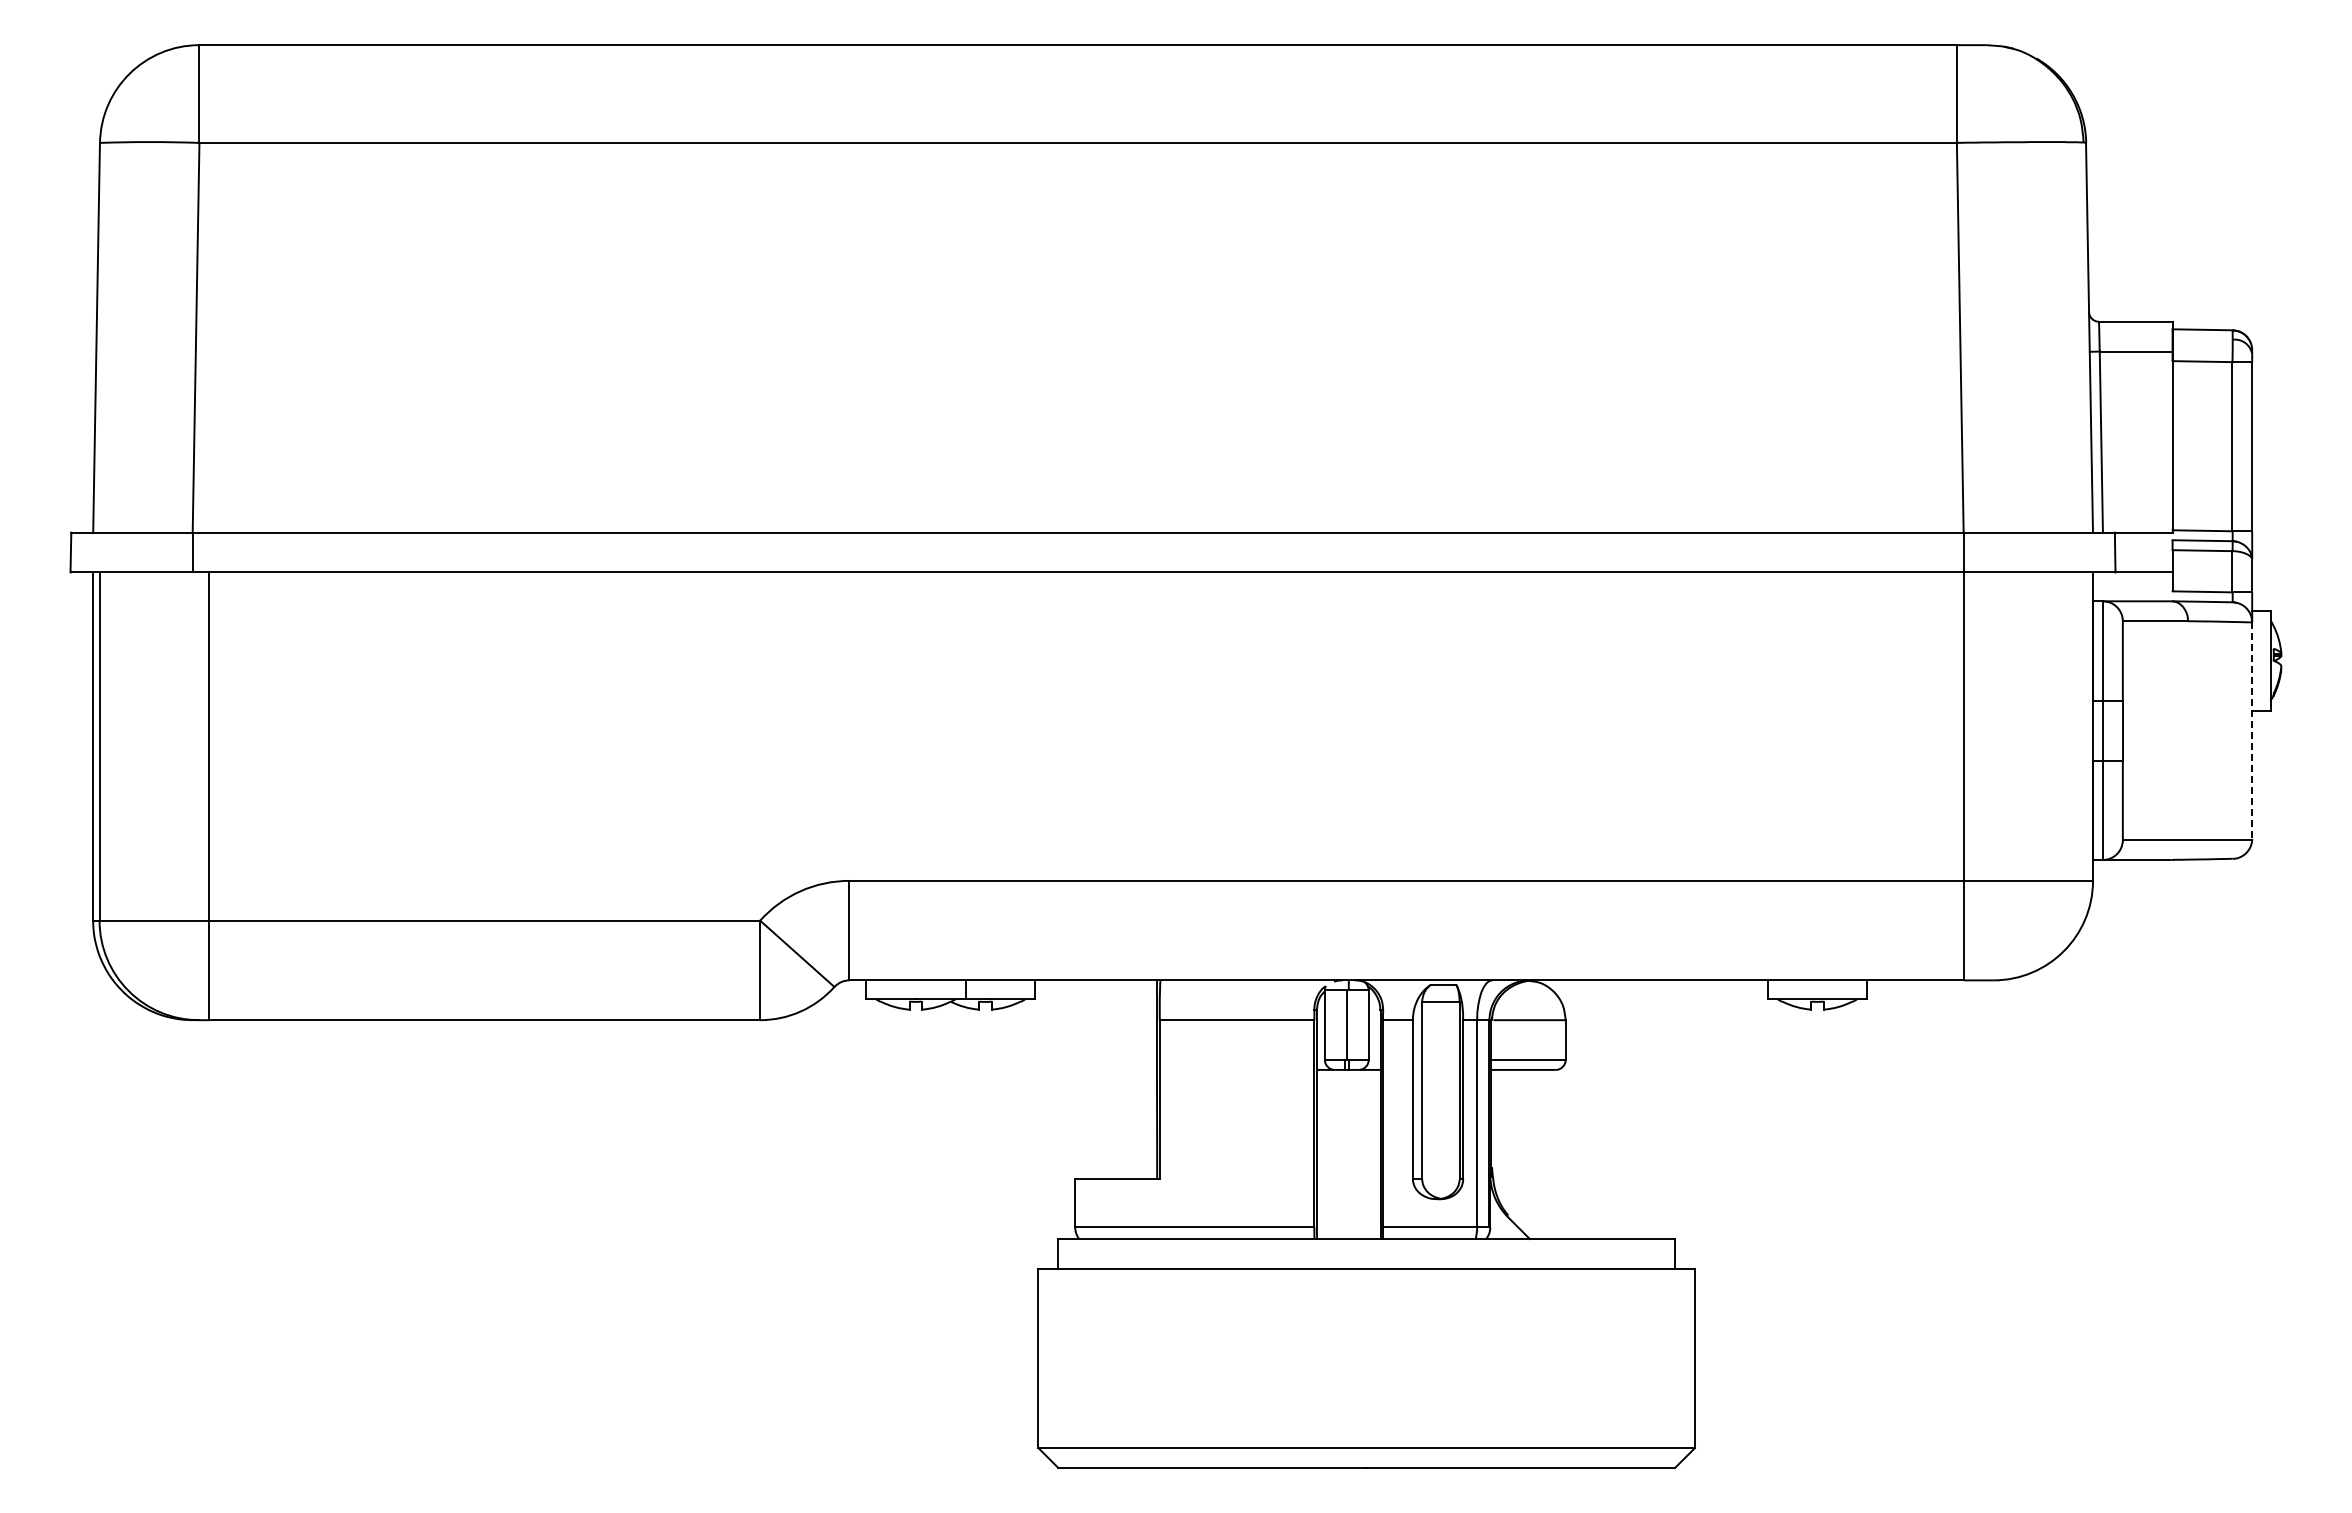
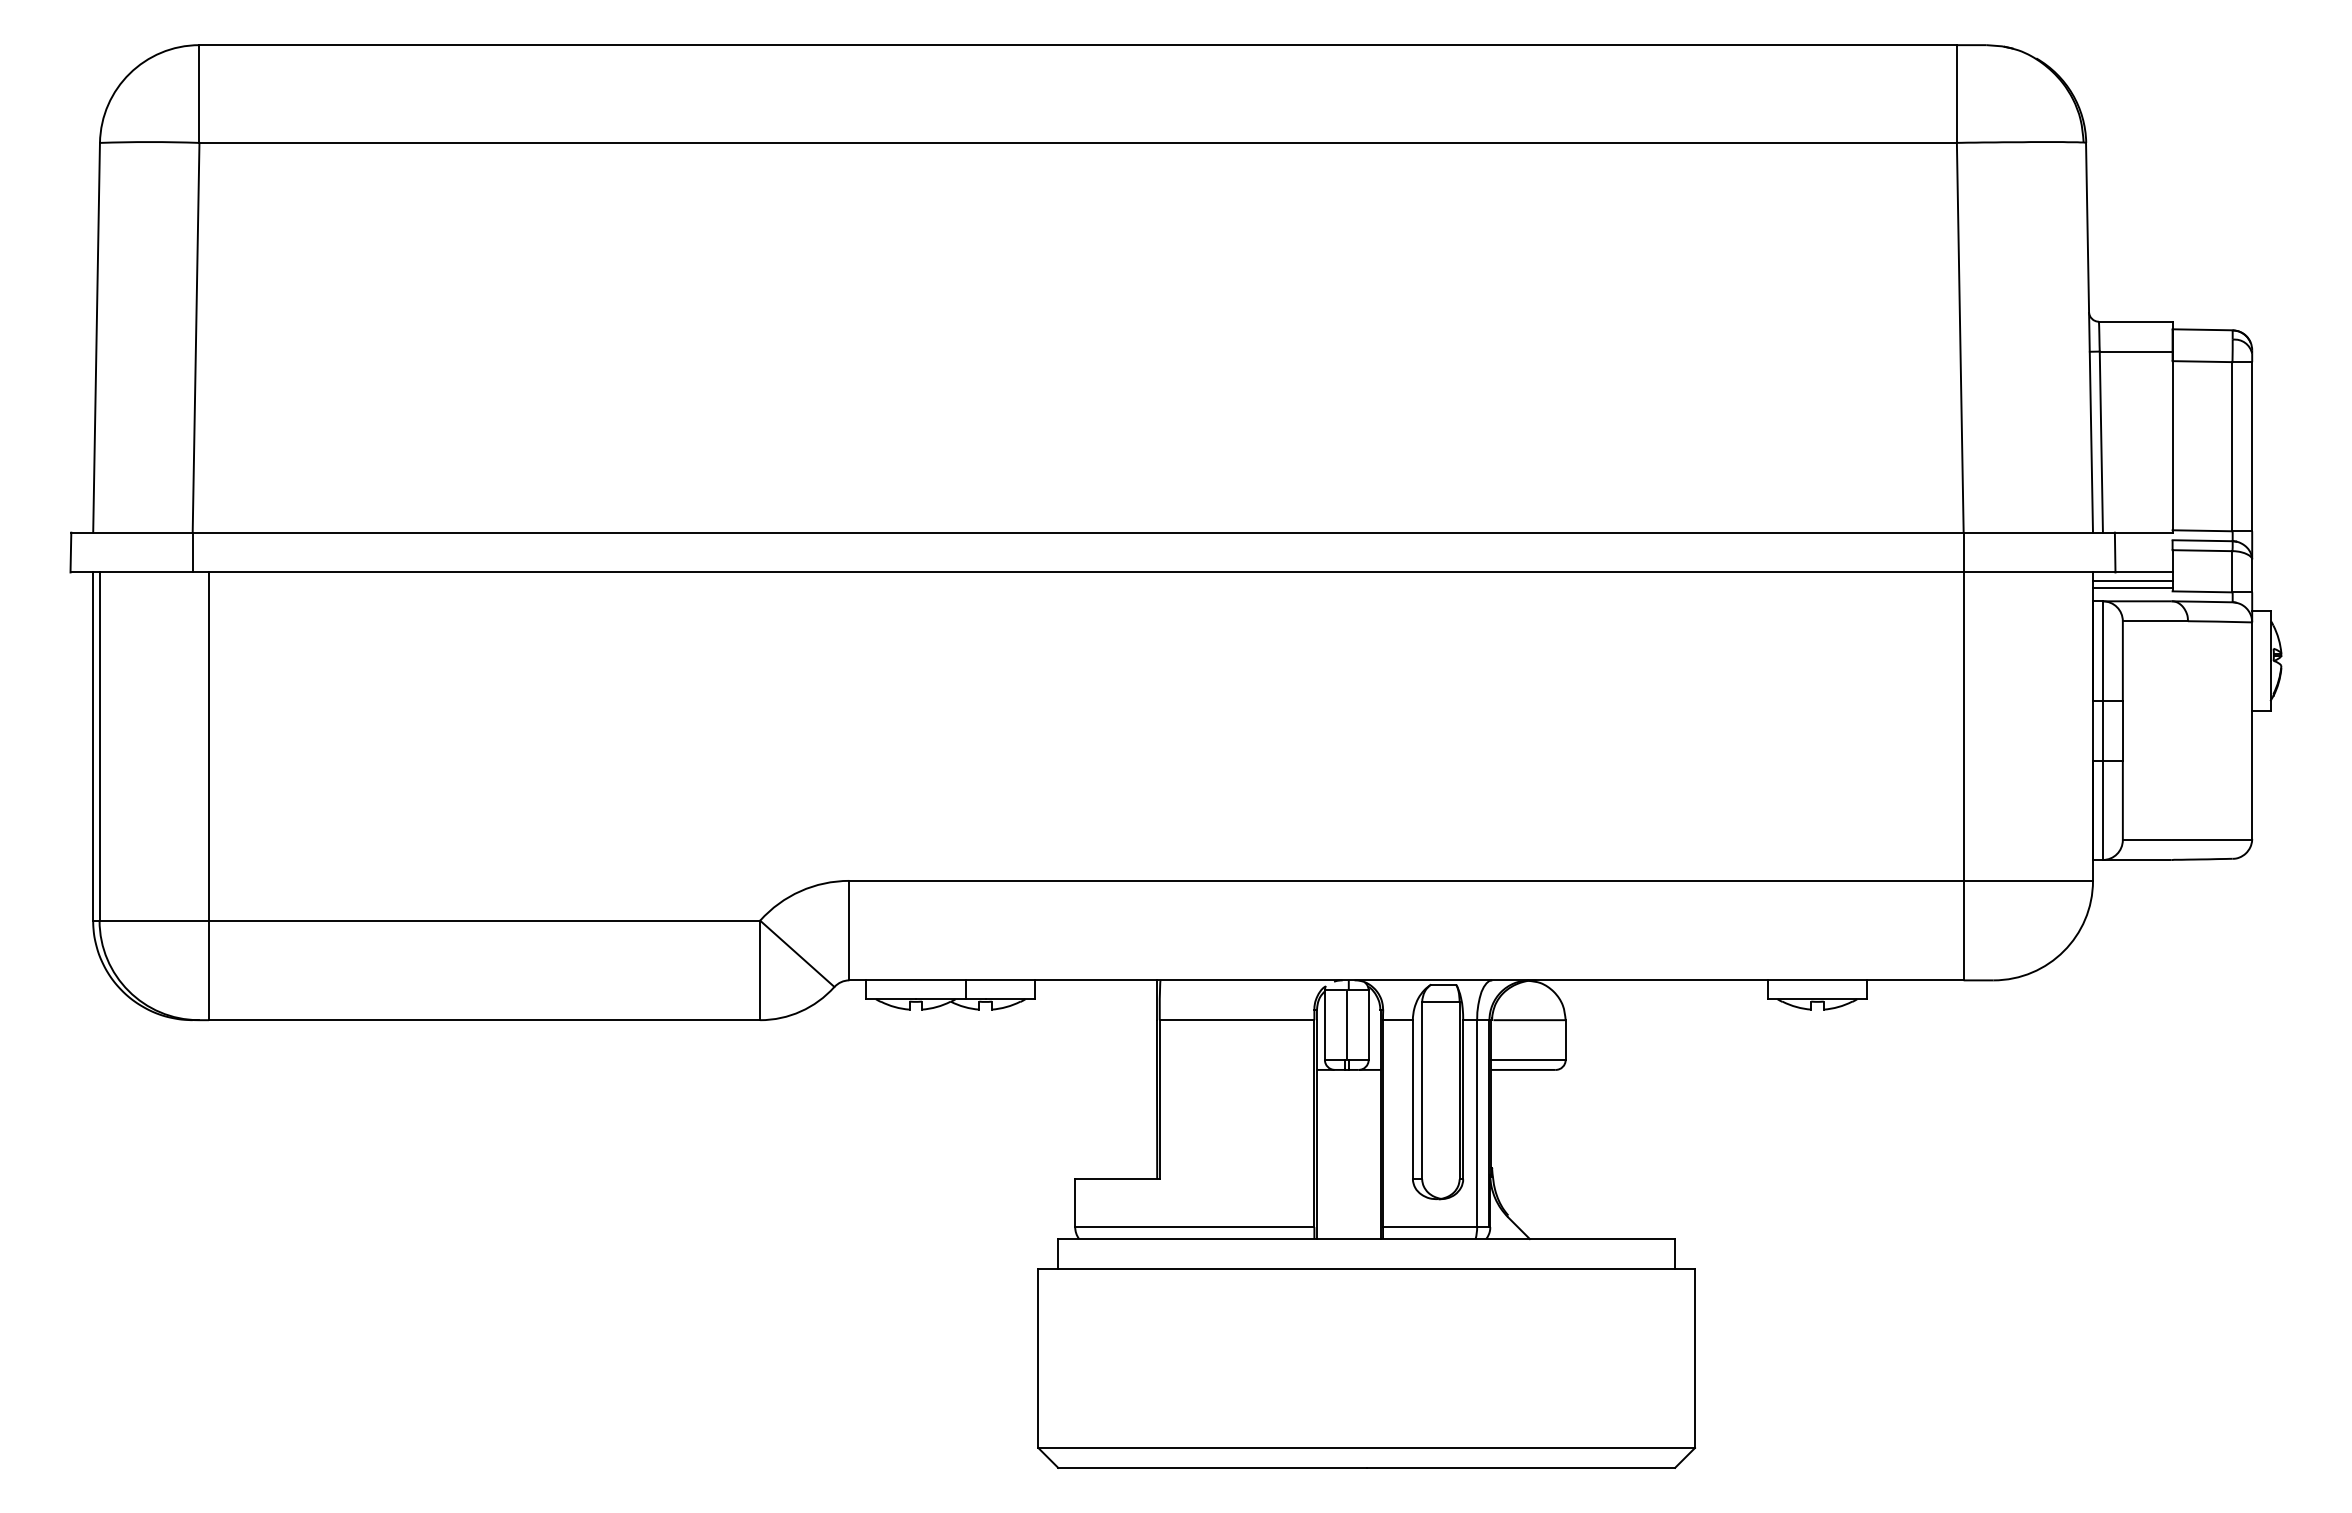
line at (2132, 581): none -> present
line at (2132, 588): none -> present
line at (2252, 731): dashed -> solid
